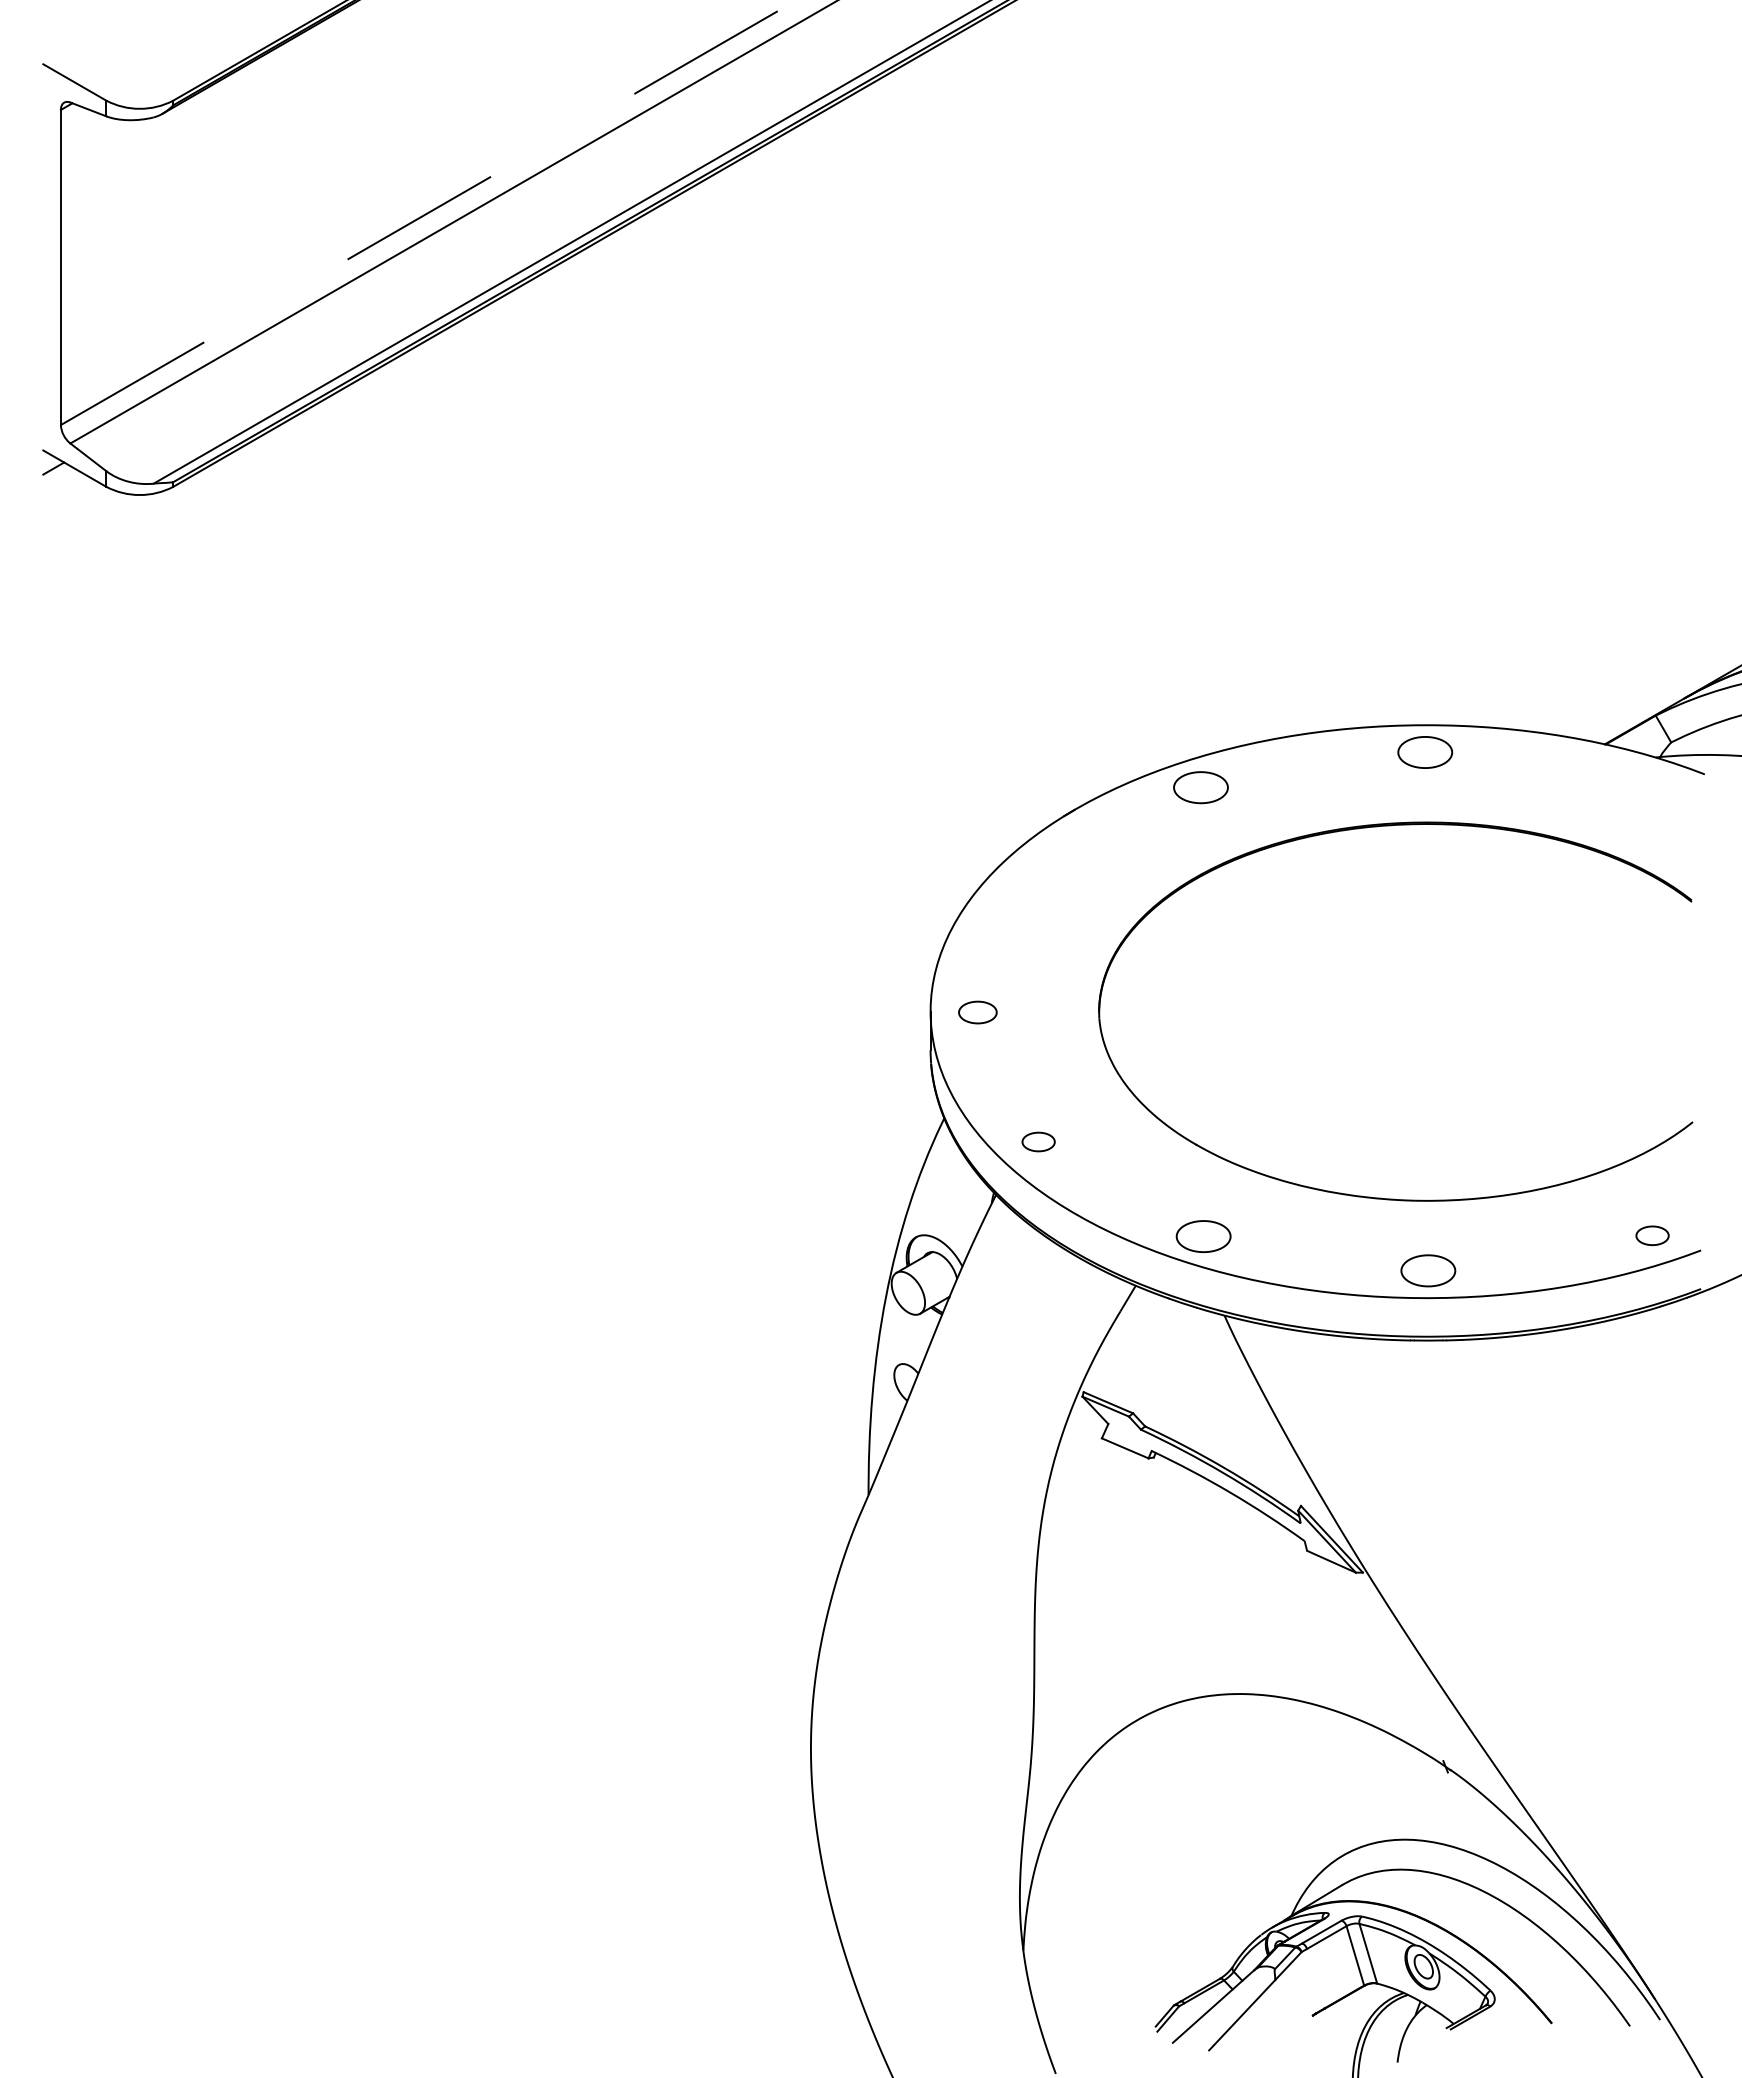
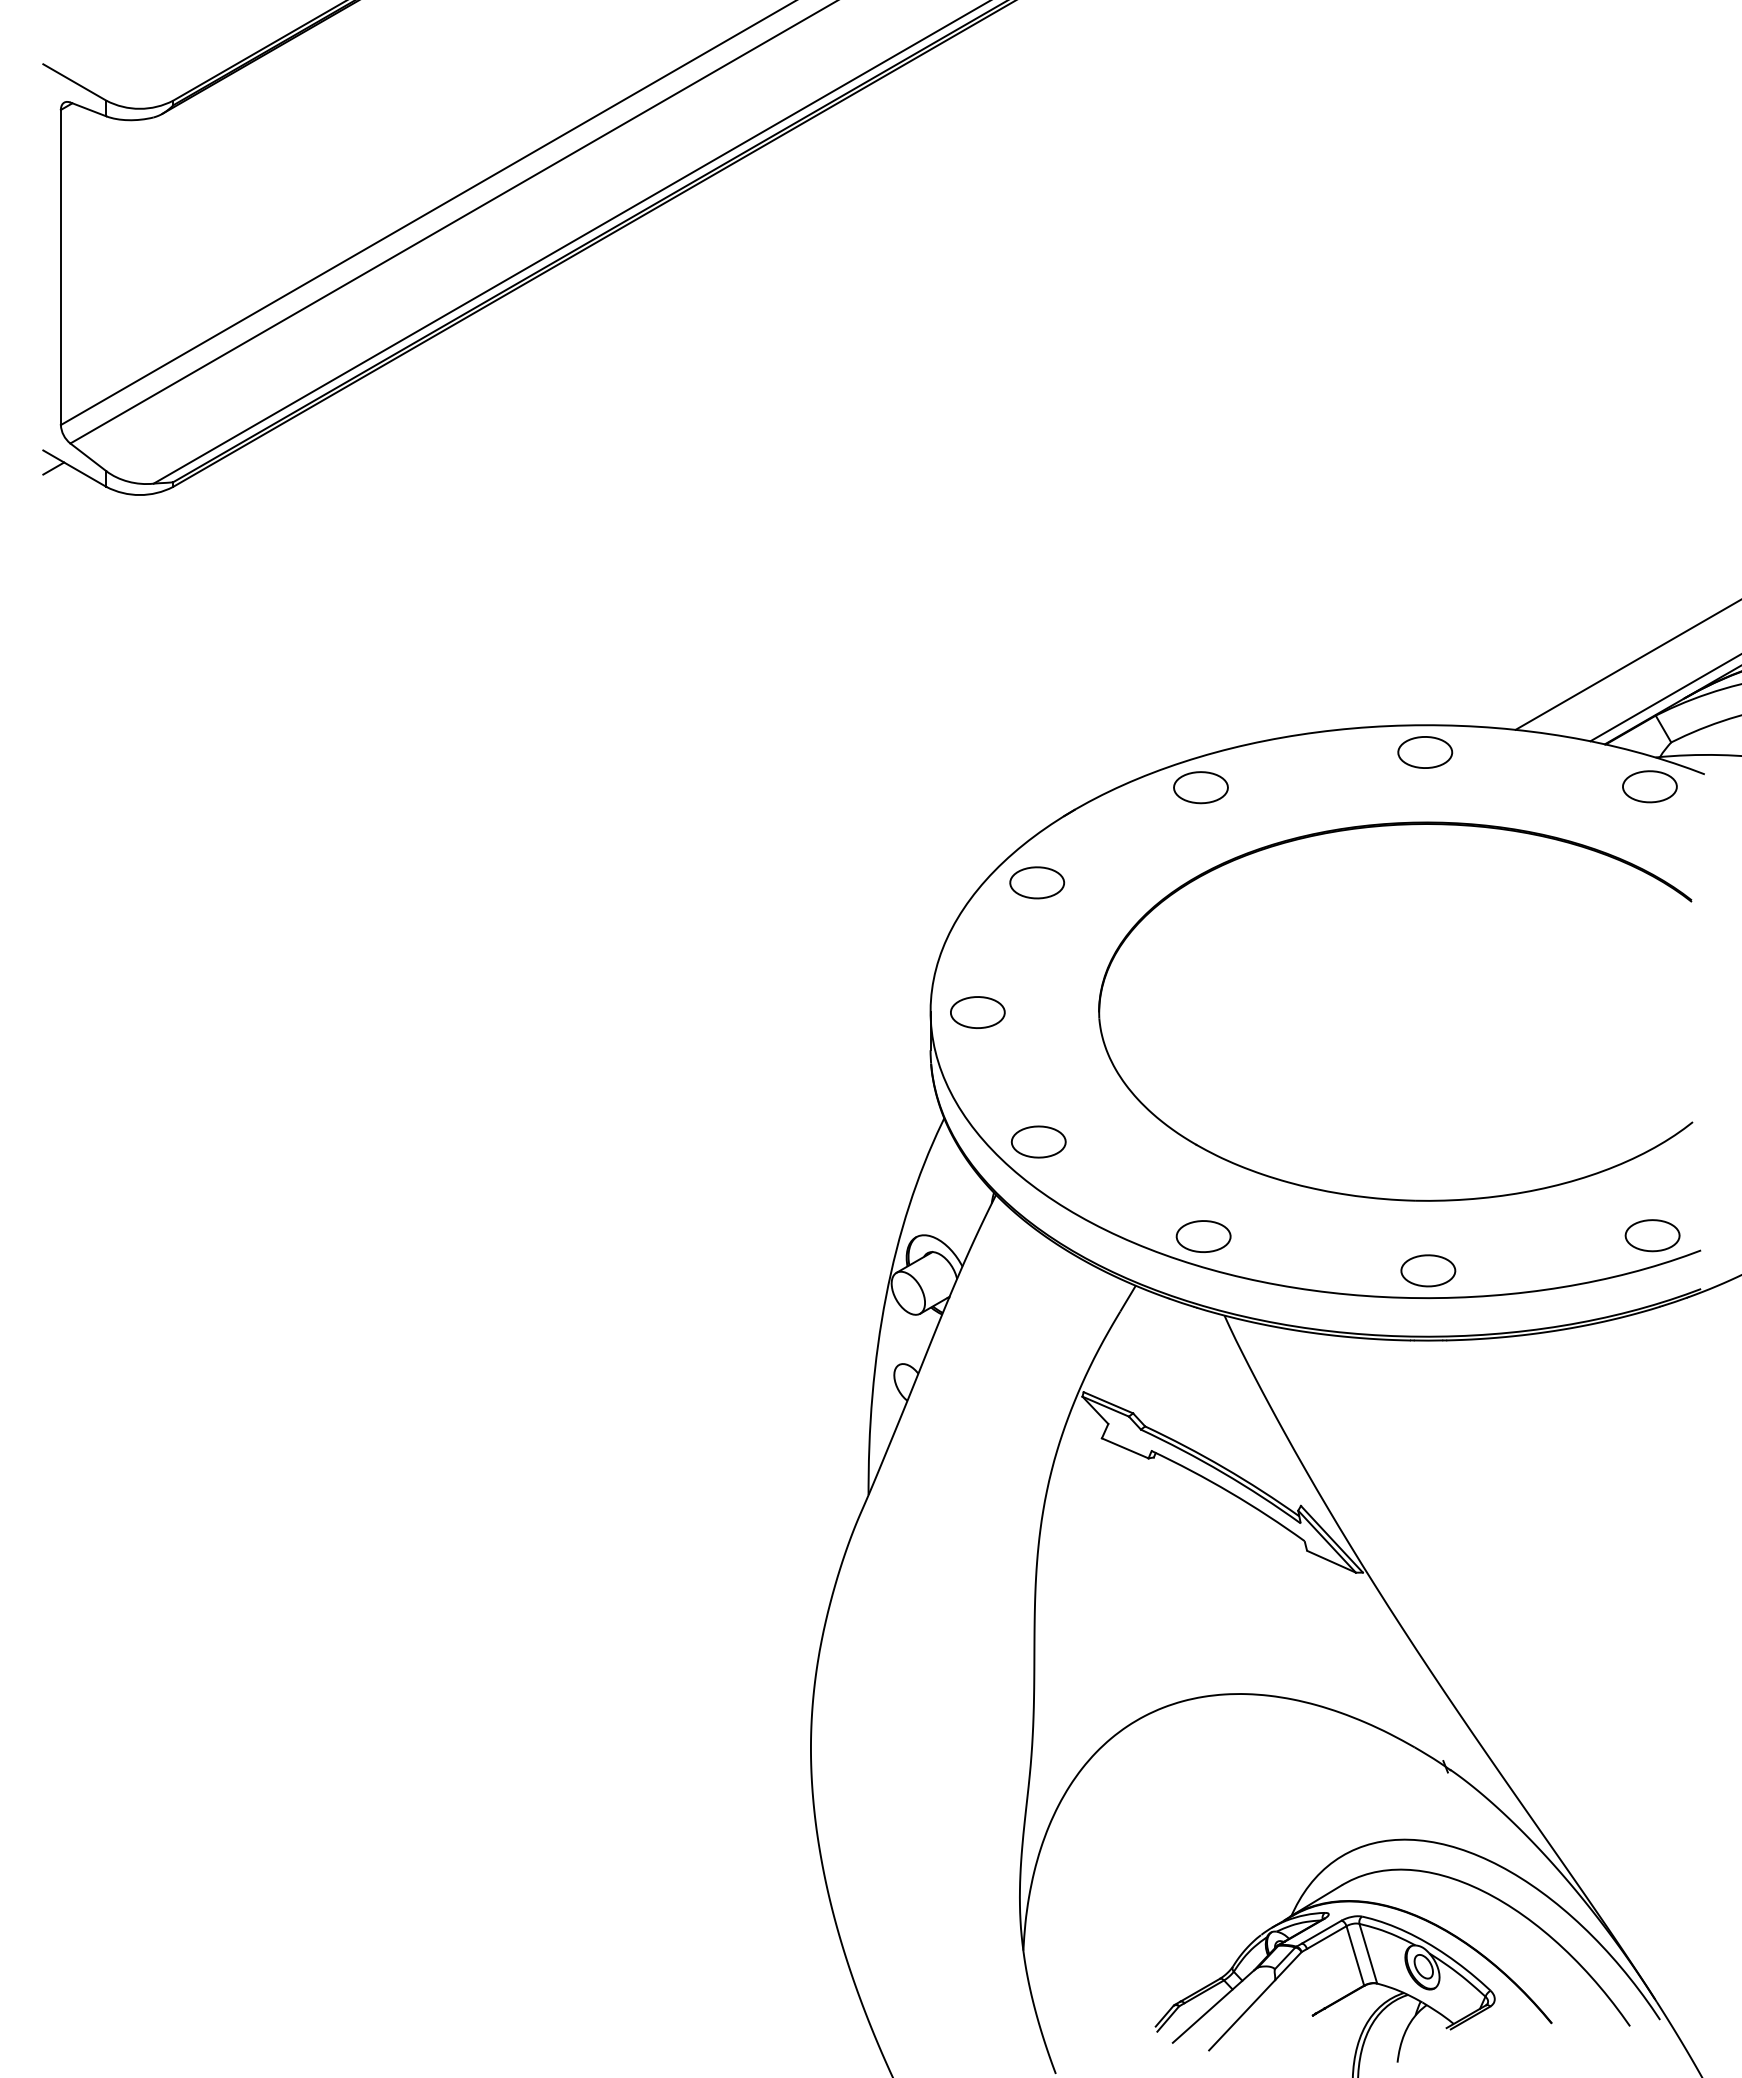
line at (428, 212): dashed -> solid
line at (1626, 665): none -> present
line at (1664, 698): none -> present
part at (1649, 786): none -> present
part at (1037, 882): none -> present
part at (977, 1012) size: 40x25 px -> 56x33 px
part at (1038, 1141) size: 35x22 px -> 57x34 px
part at (1652, 1235) size: 35x21 px -> 57x34 px
